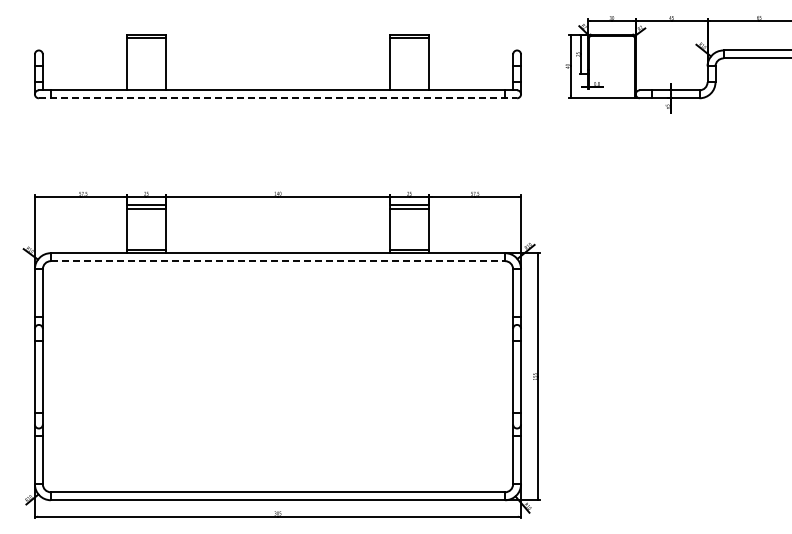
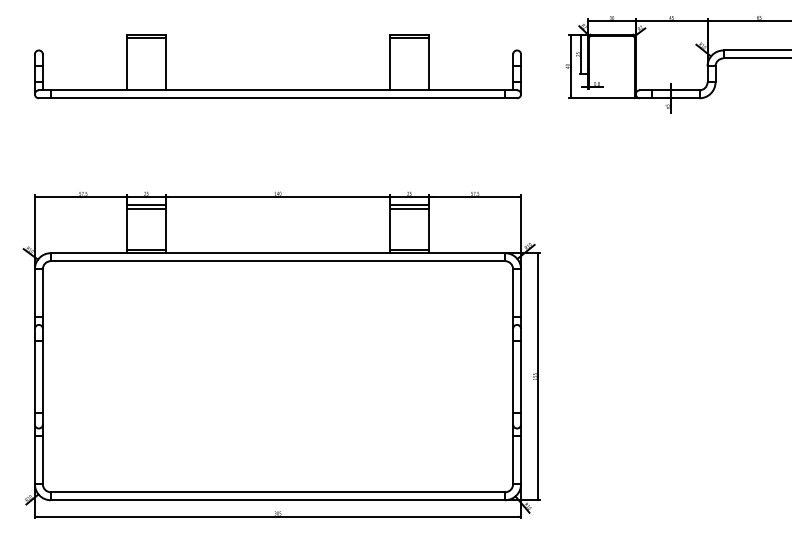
line at (278, 98): dashed -> solid
line at (278, 261): dashed -> solid
